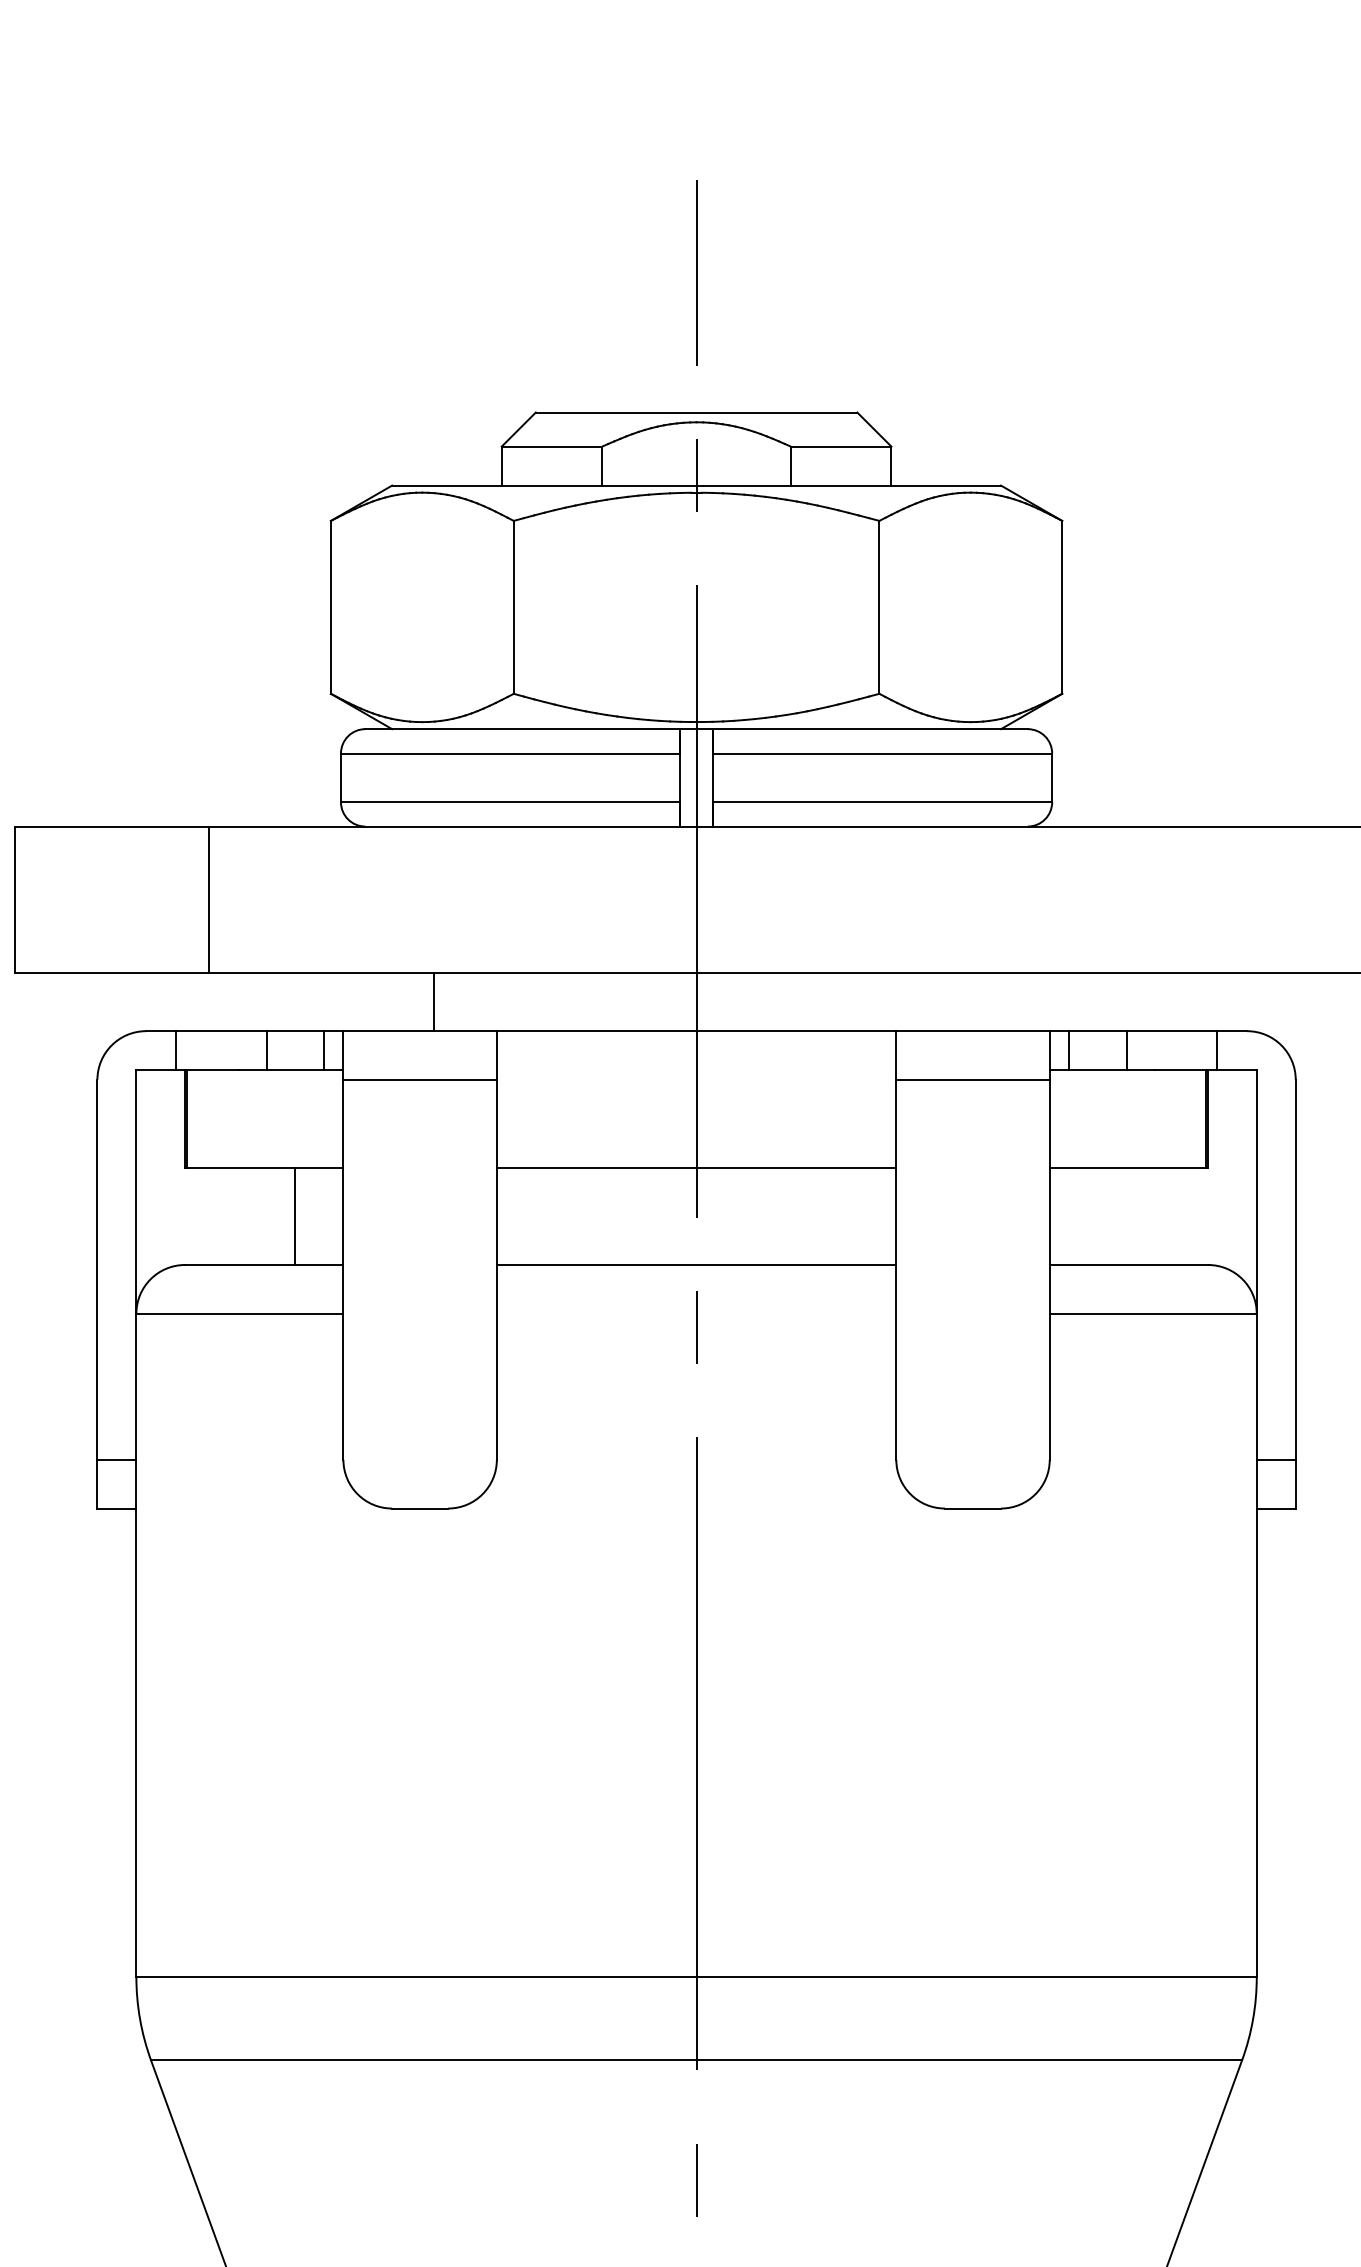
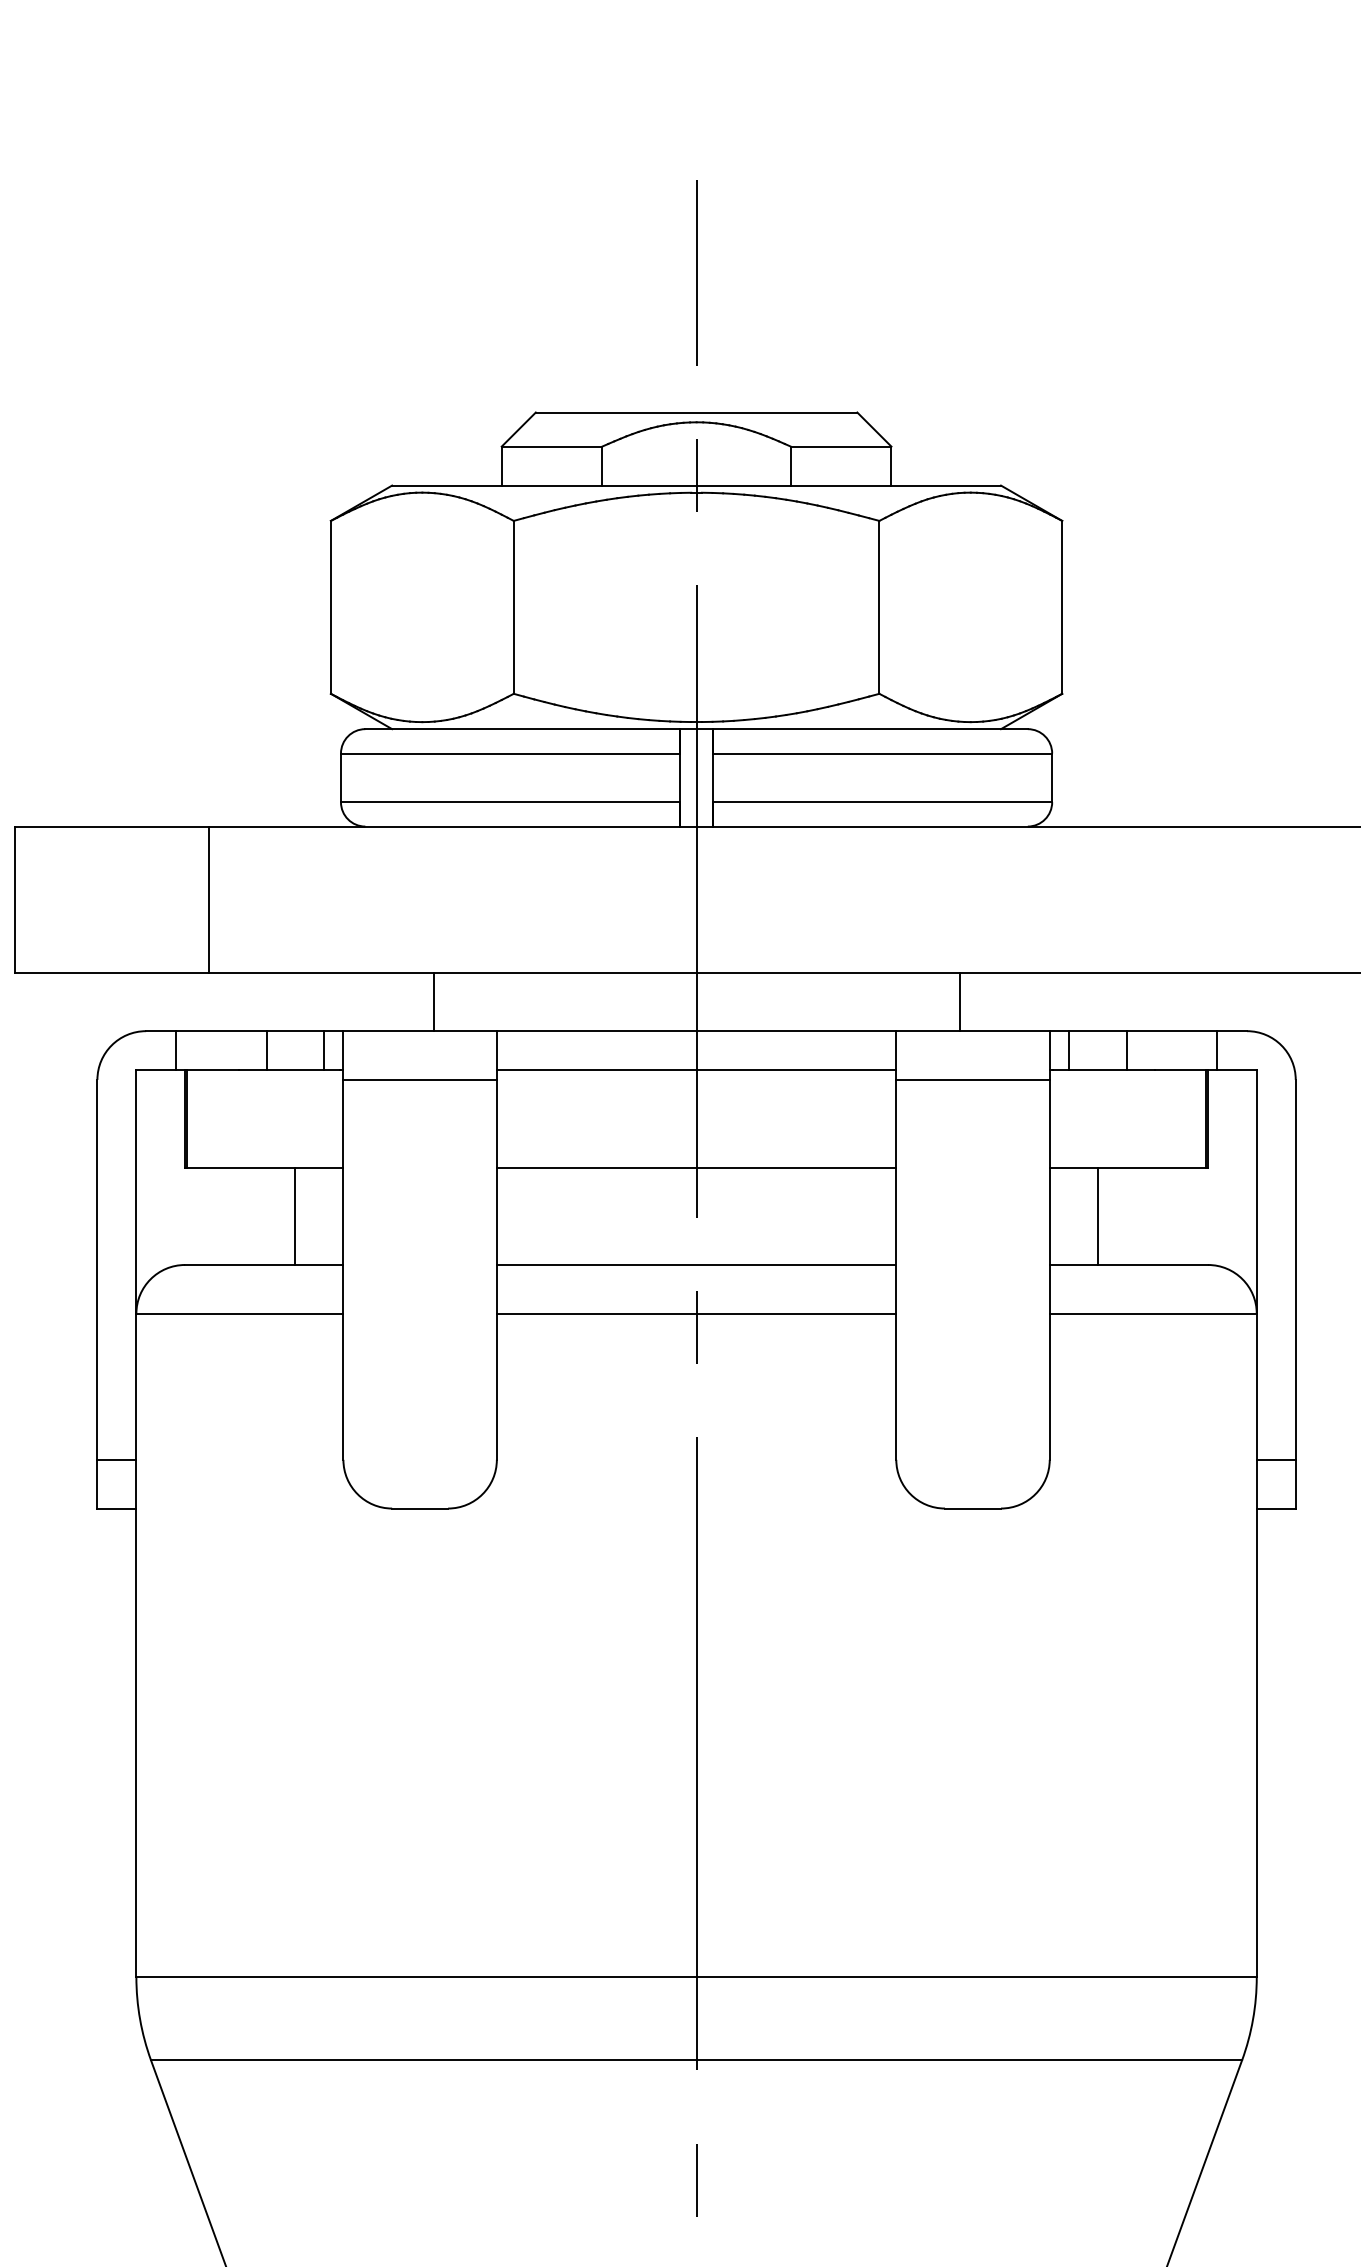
line at (959, 1001): none -> present
line at (696, 1070): none -> present
line at (1098, 1215): none -> present
line at (696, 1313): none -> present
